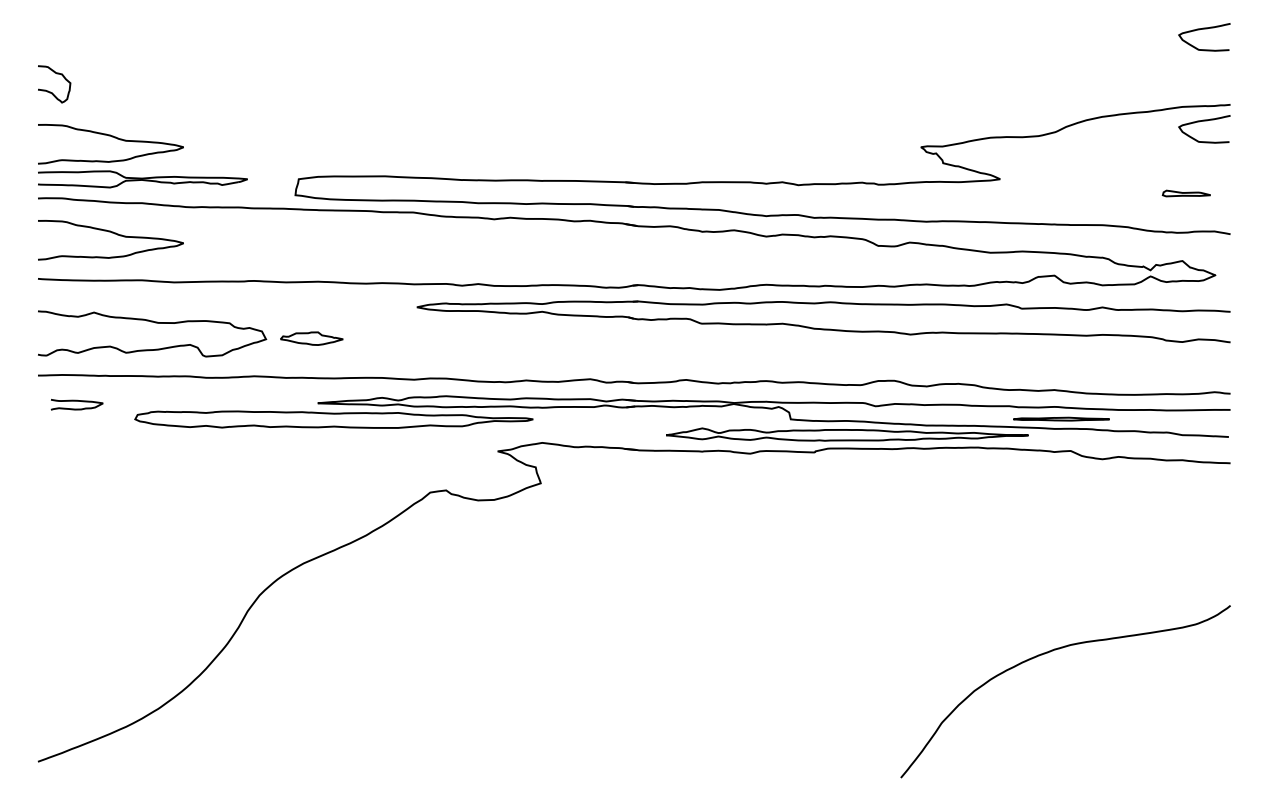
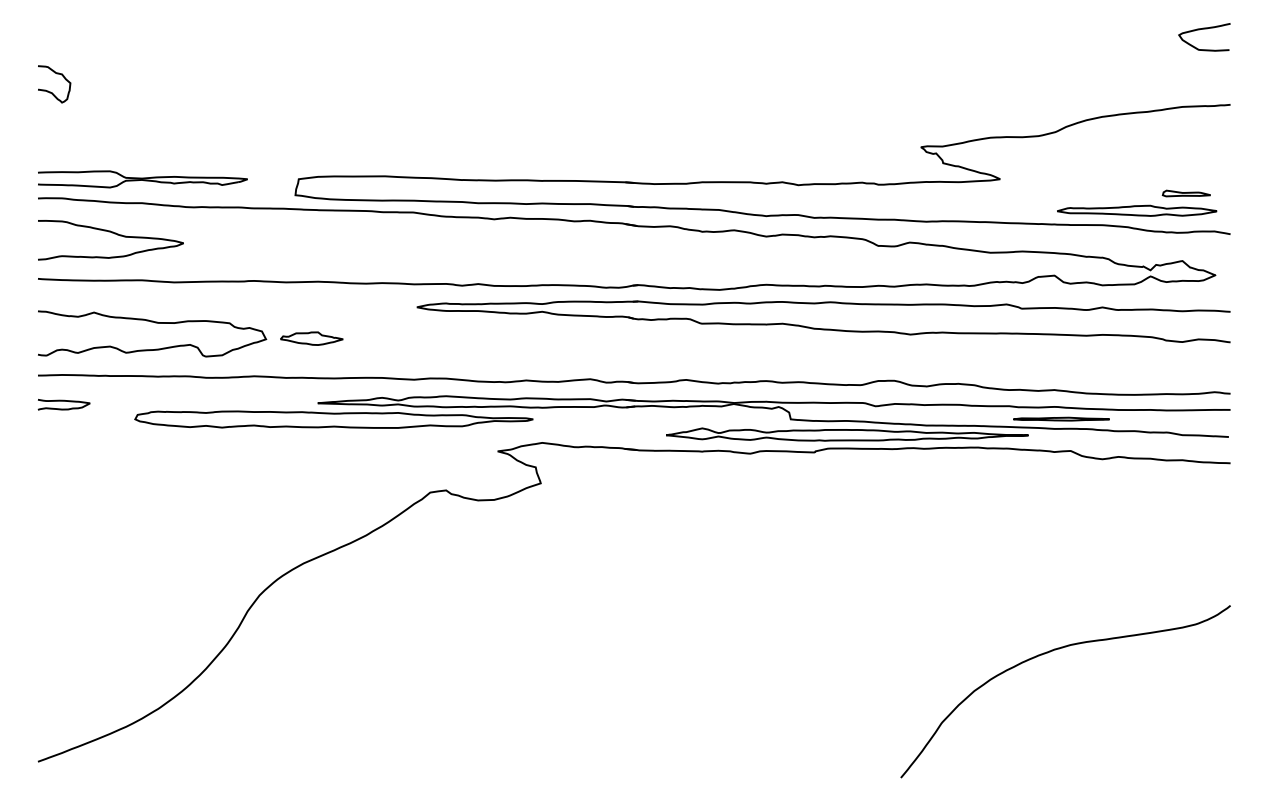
curve at (1204, 121): present -> none
curve at (114, 138): present -> none
part at (1137, 210): none -> present
curve at (76, 401) position: (76, 401) -> (63, 401)
